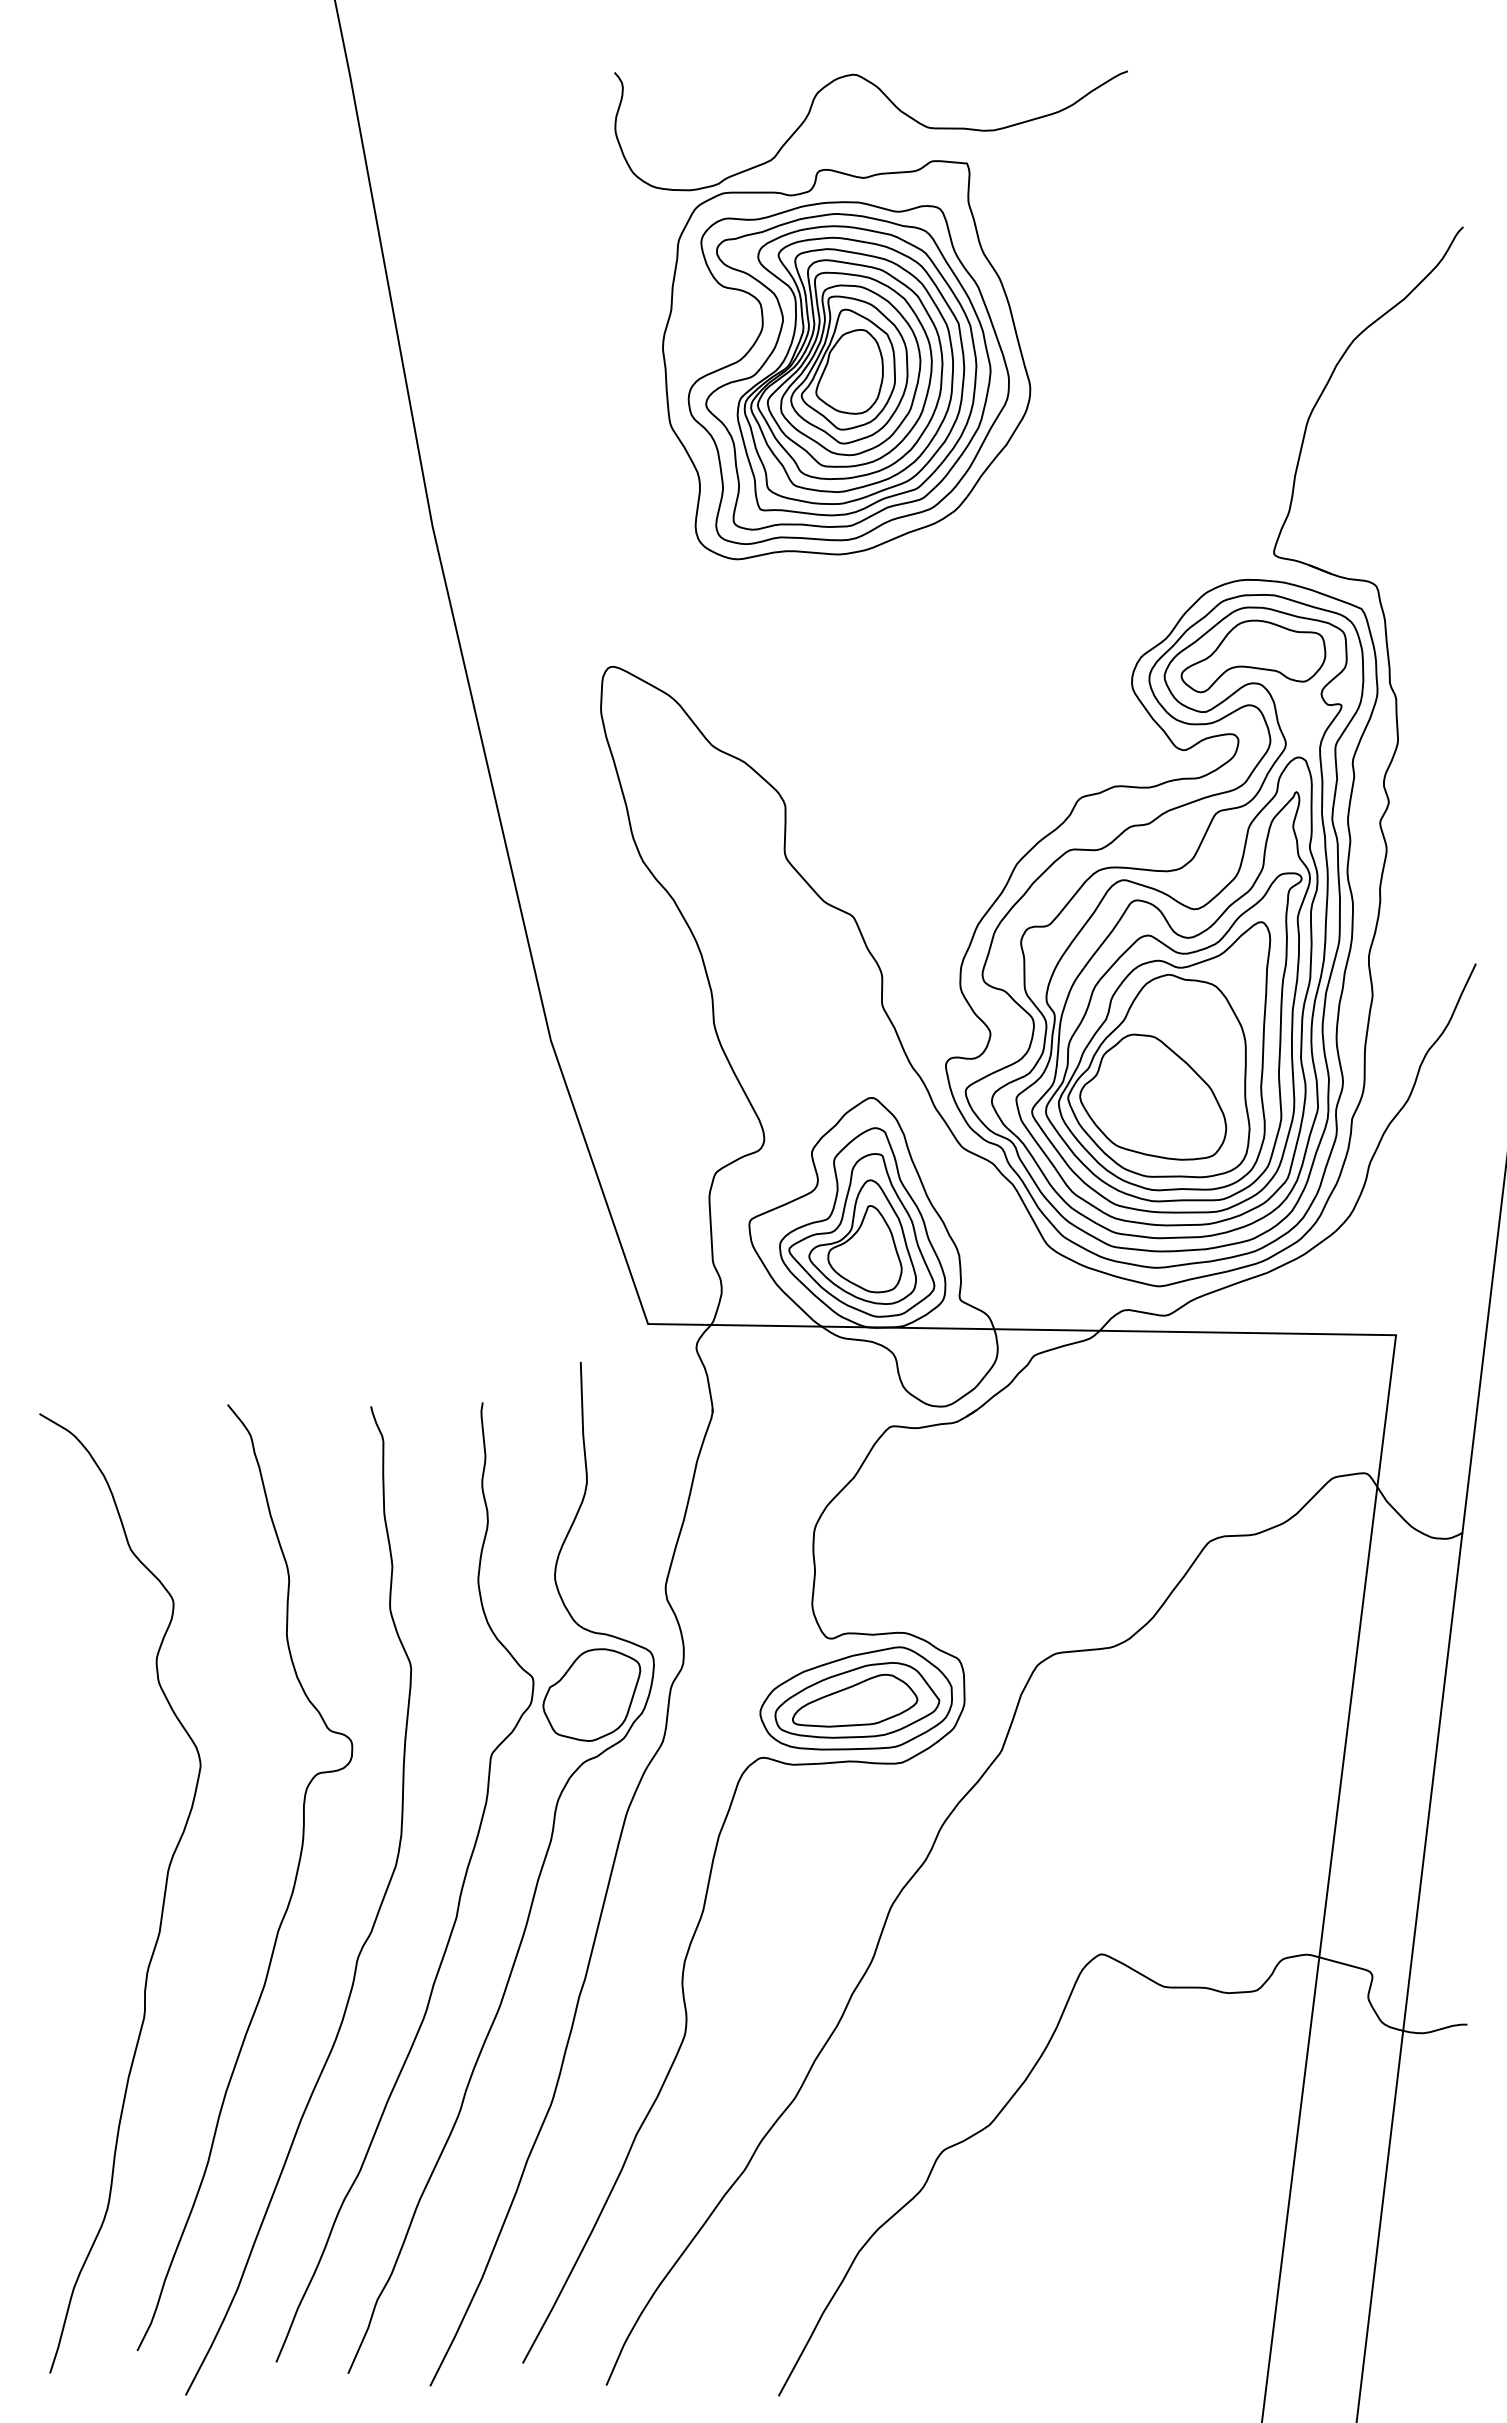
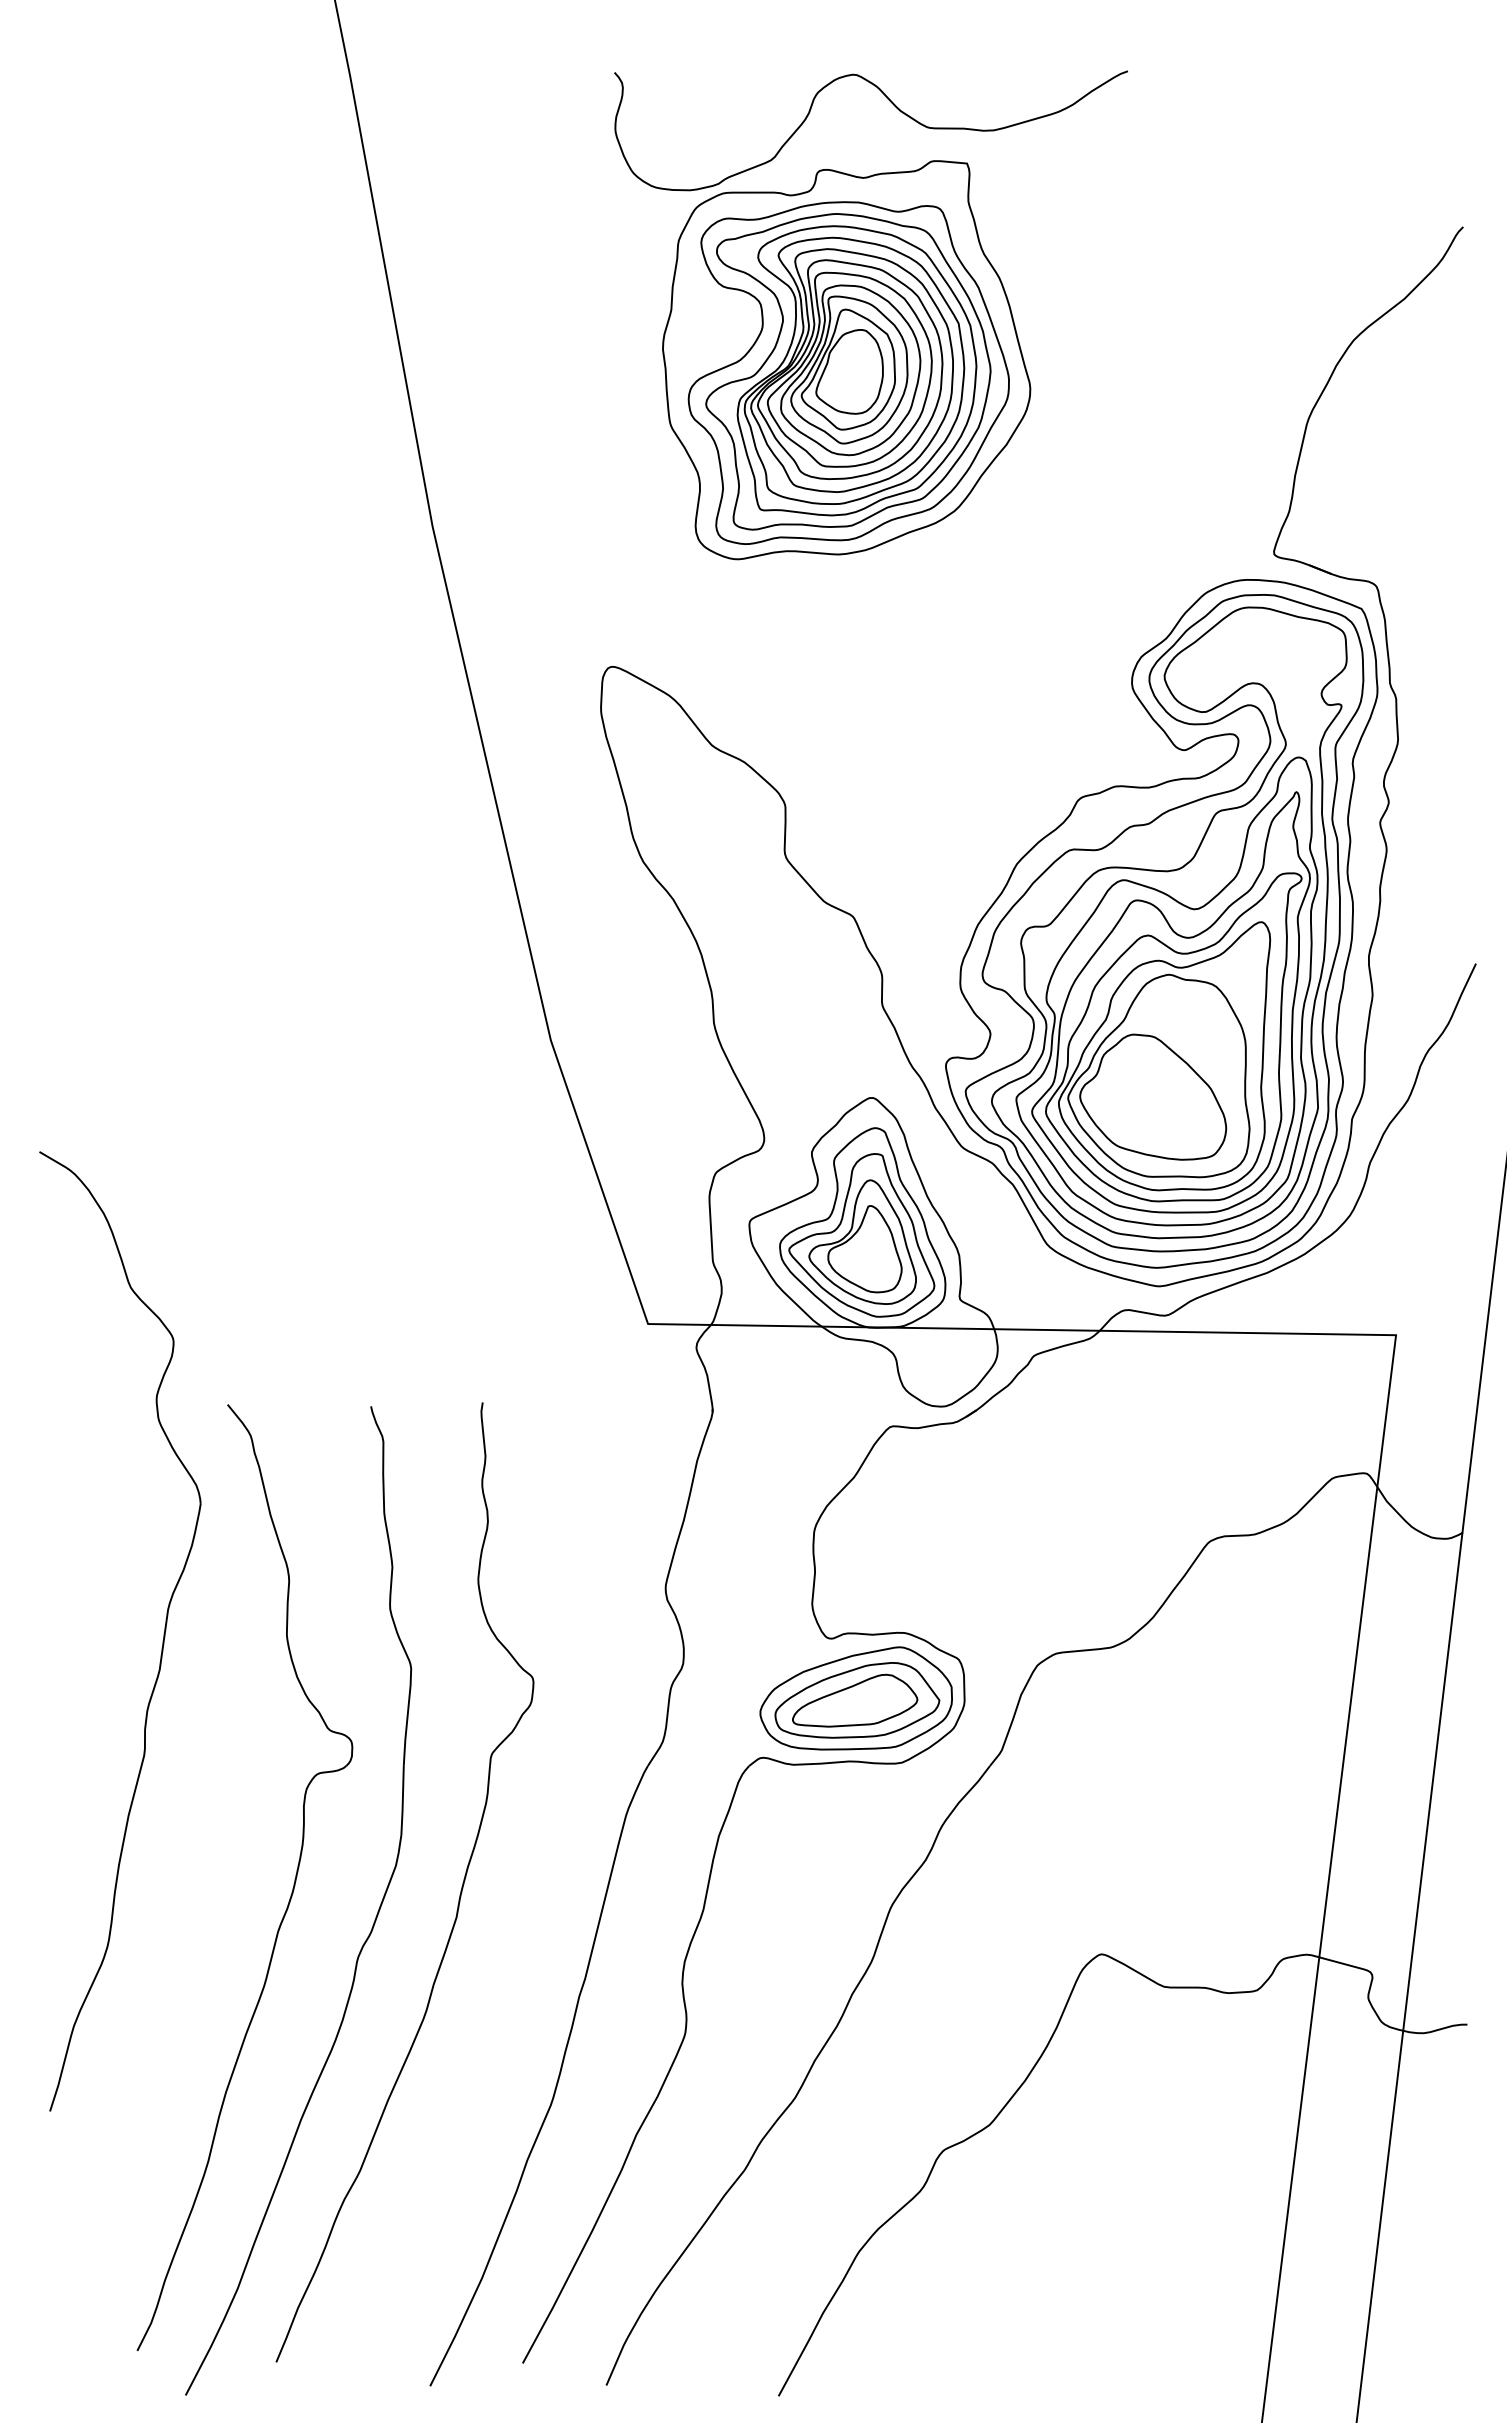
part at (1253, 656): present -> none
part at (537, 1878): present -> none
part at (162, 1902) position: (162, 1902) -> (162, 1640)
